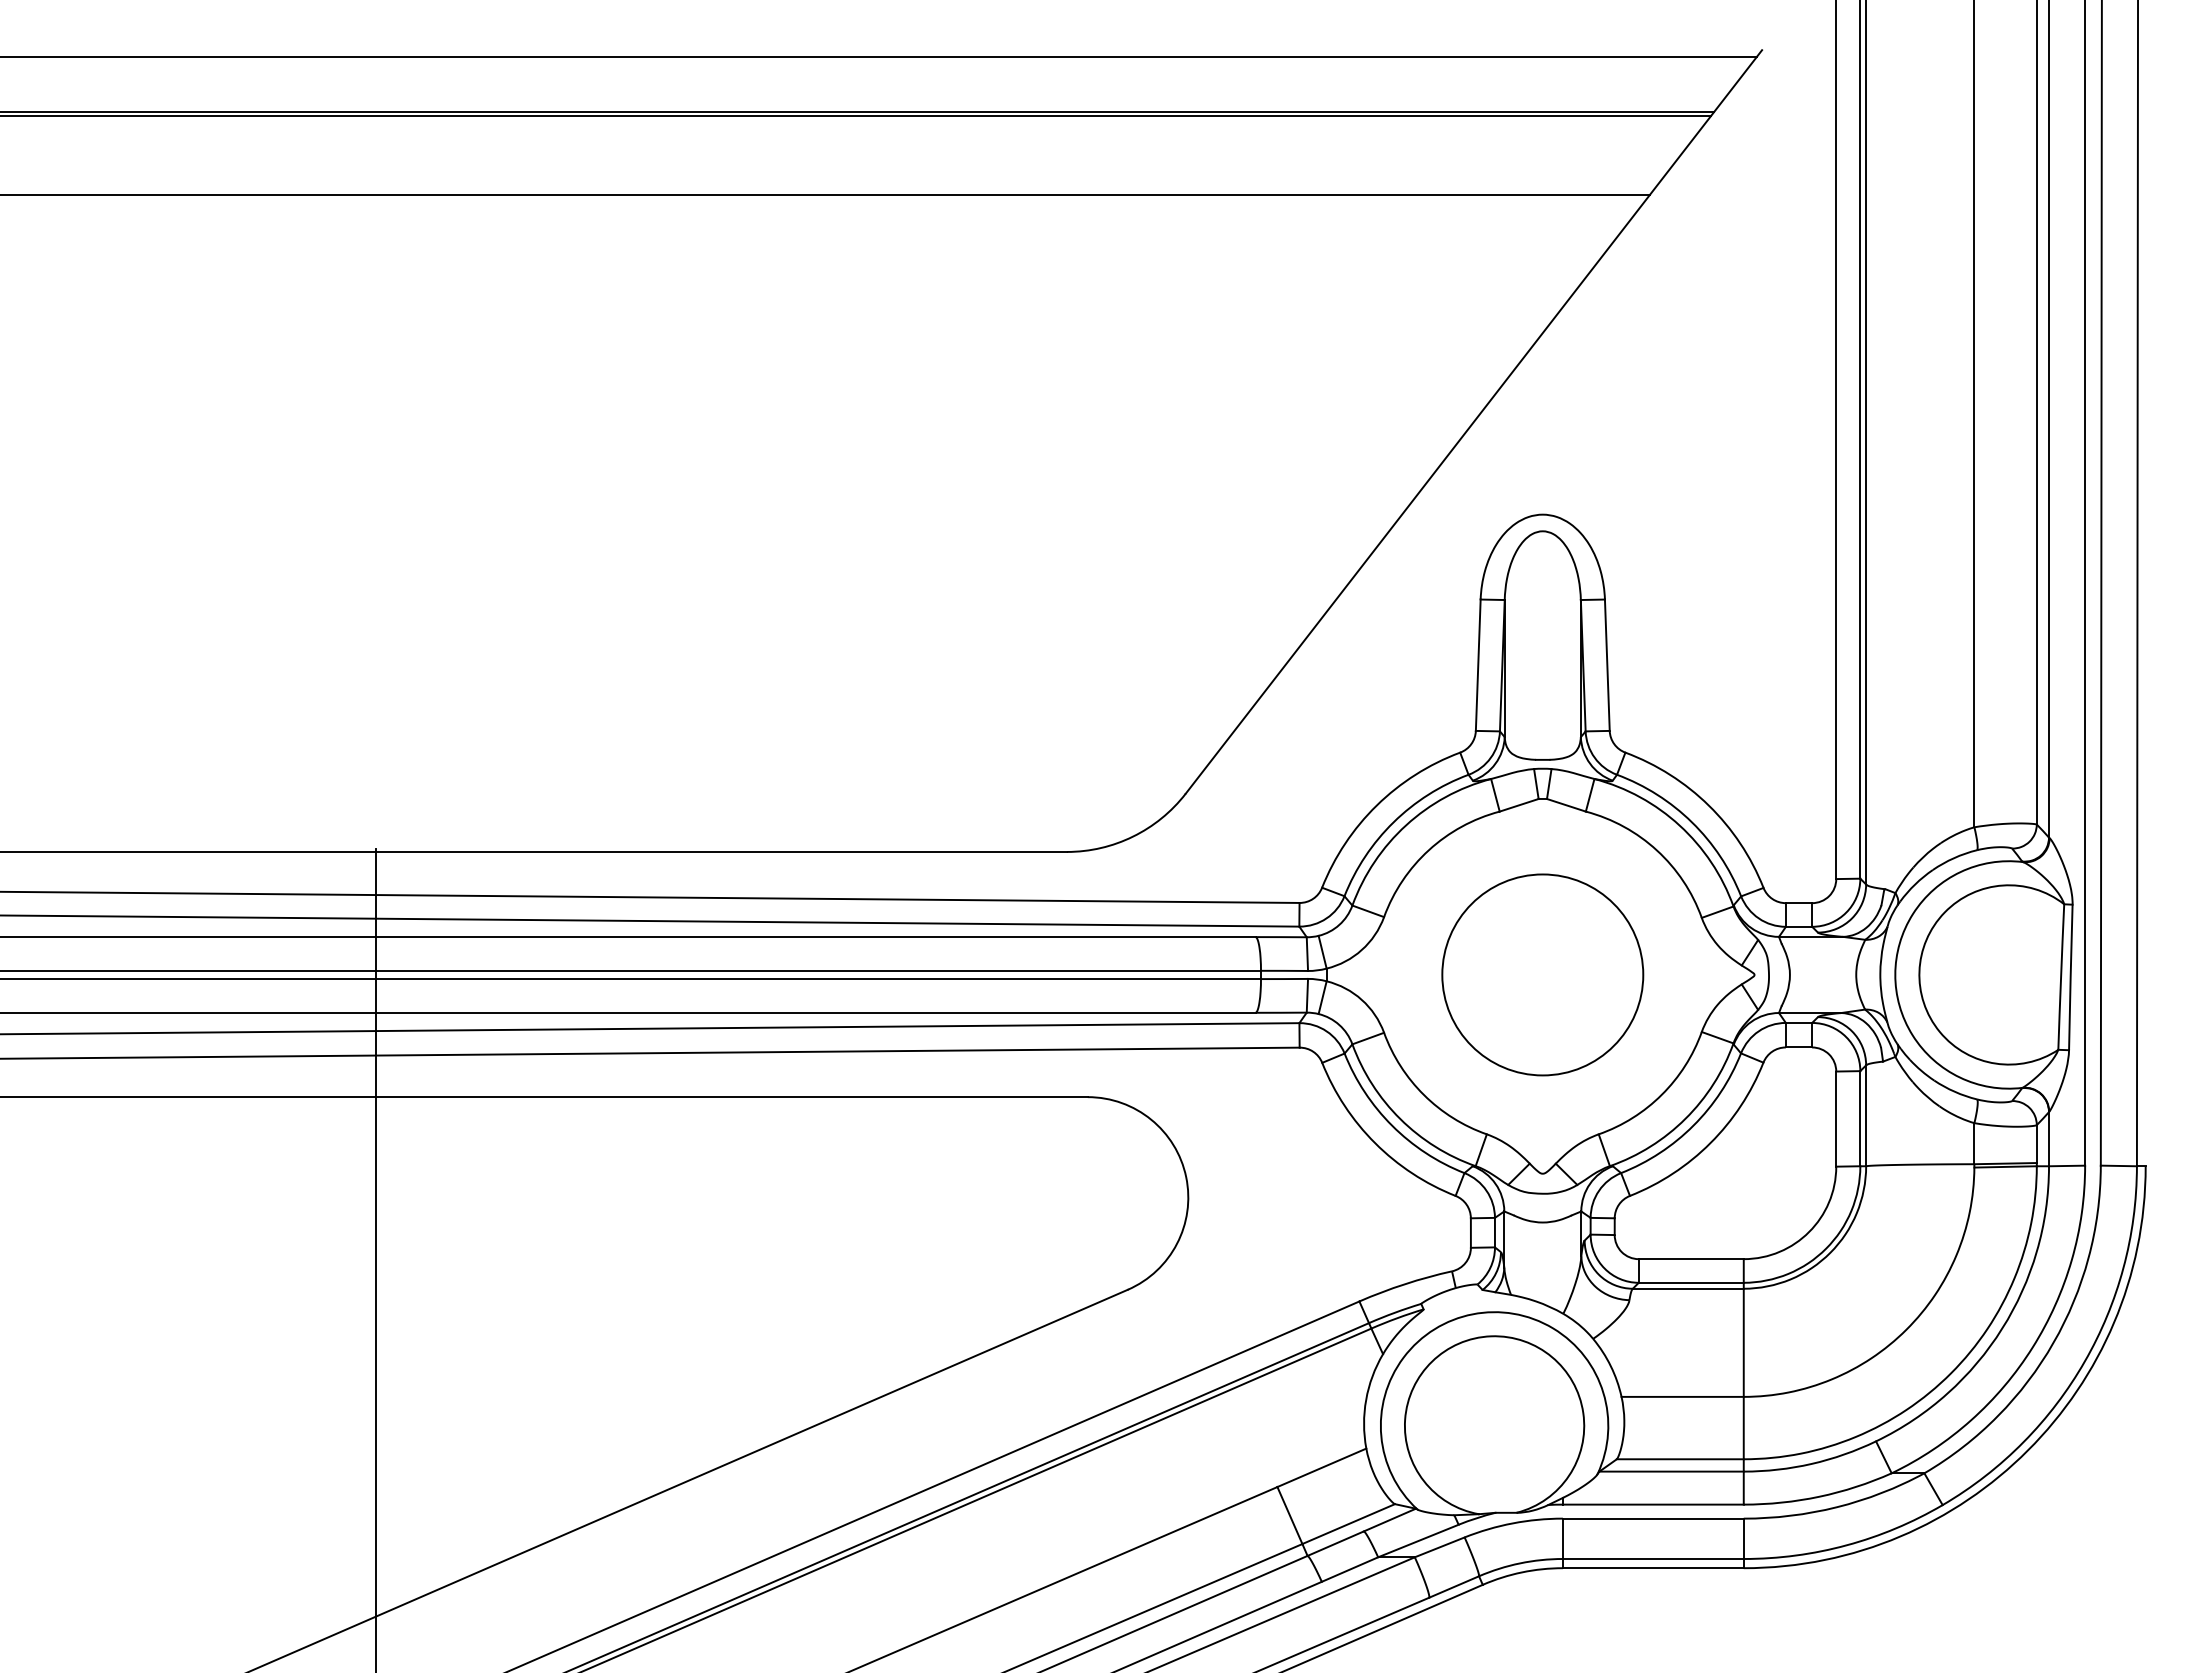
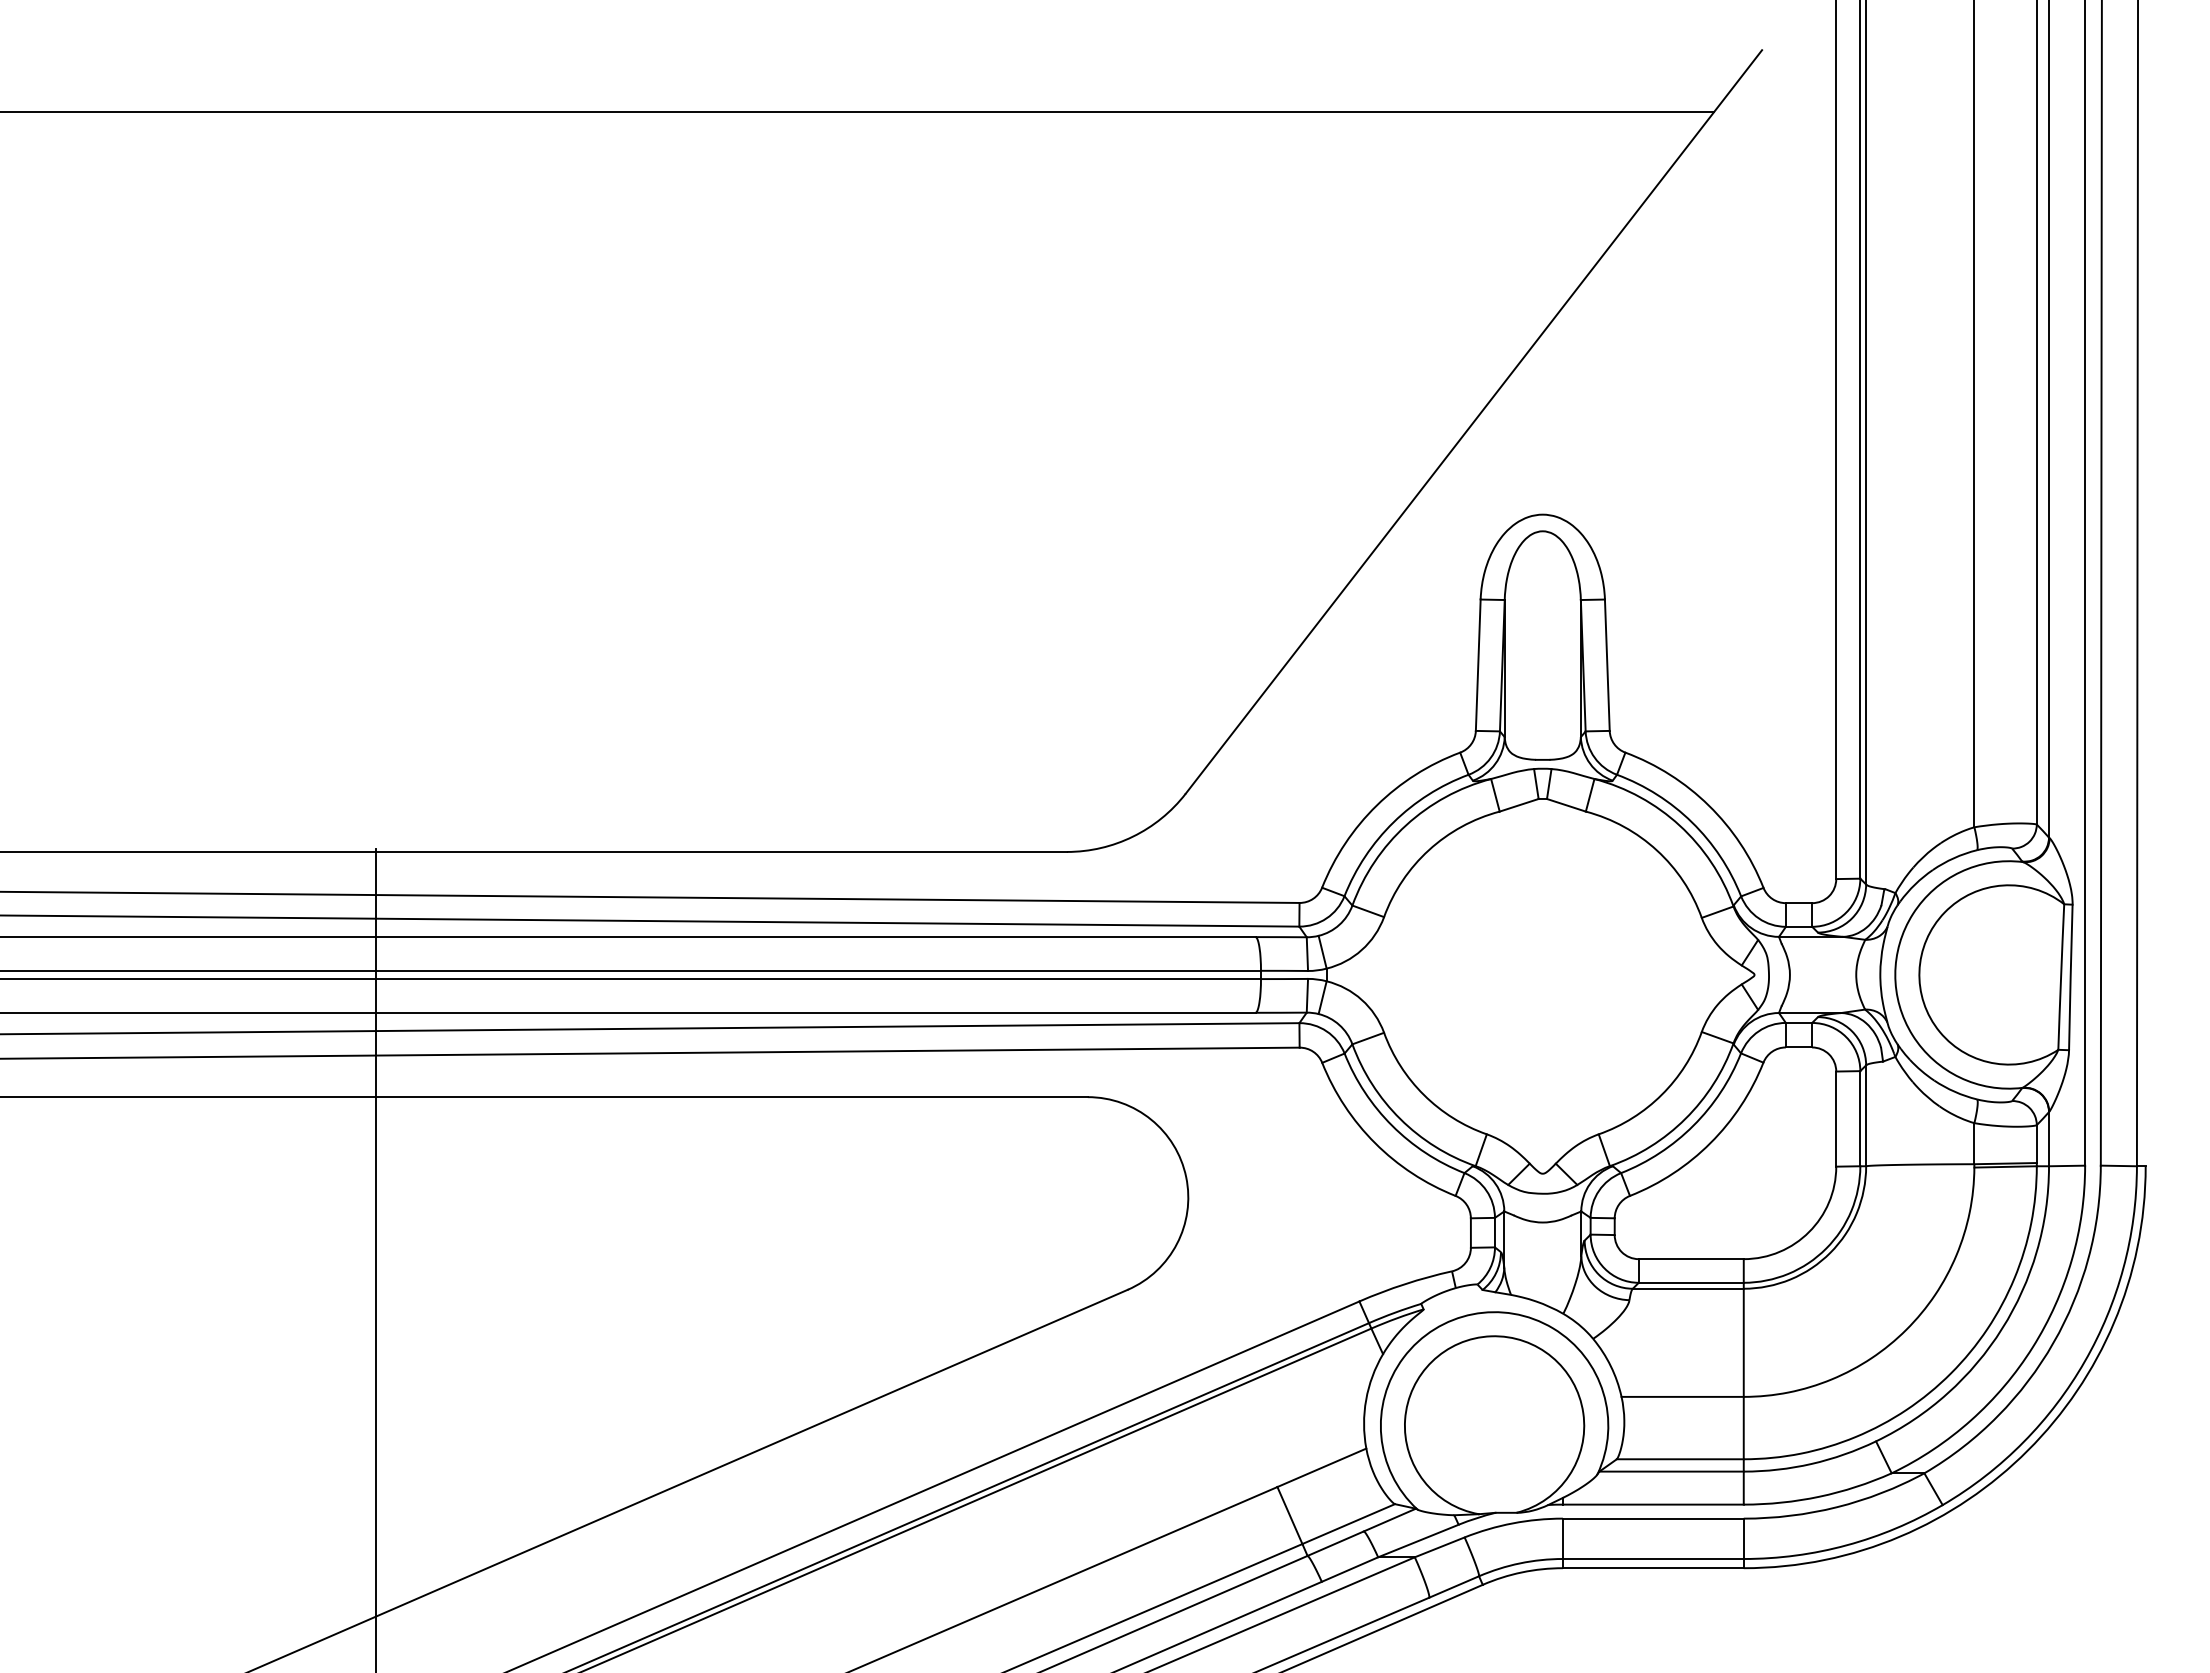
line at (879, 57): present -> none
line at (856, 115): present -> none
line at (825, 194): present -> none
circle at (1542, 974): present -> none
